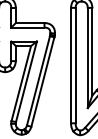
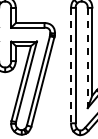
line at (87, 58): solid -> dashed
line at (71, 65): solid -> dashed
